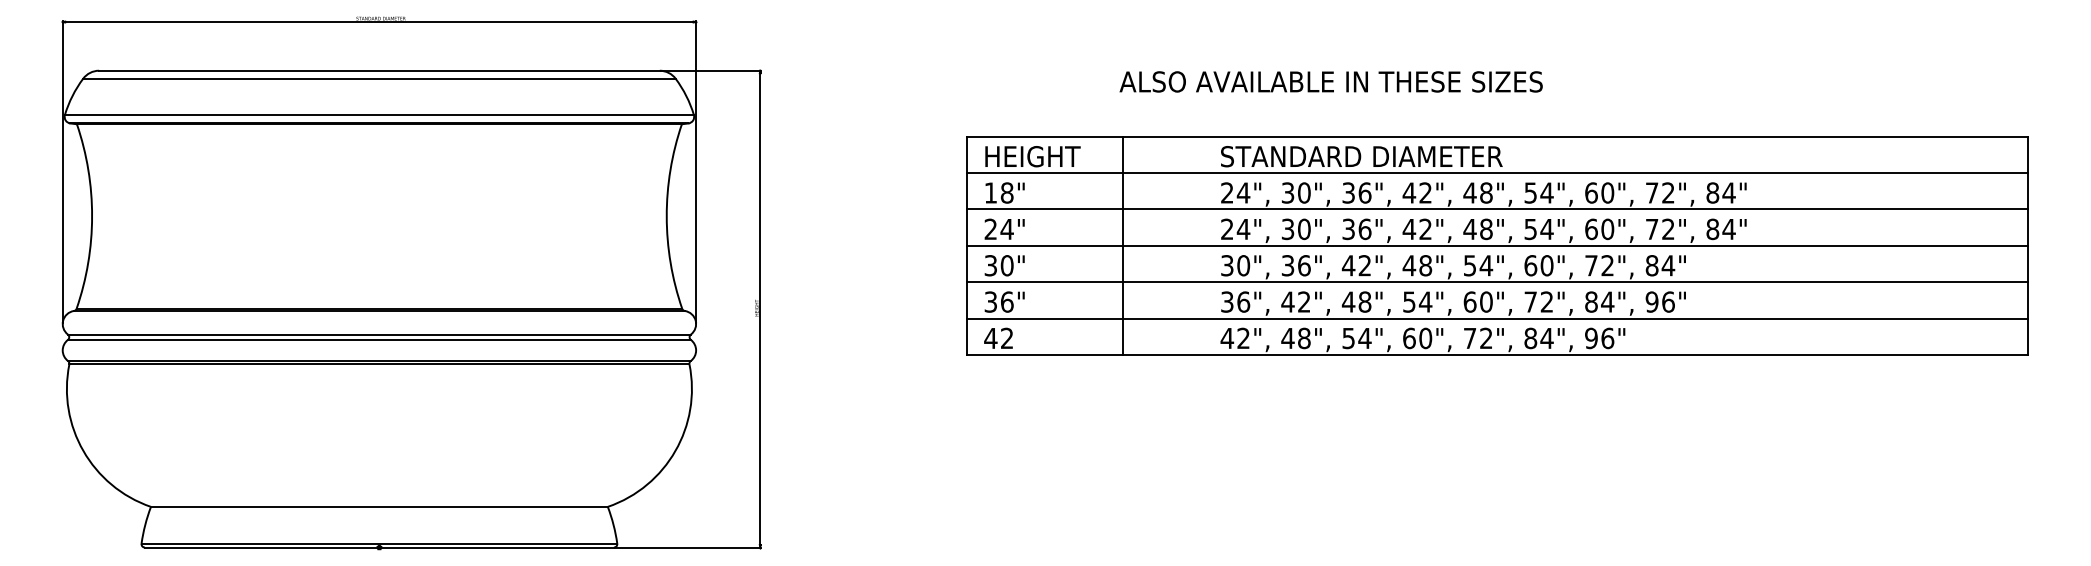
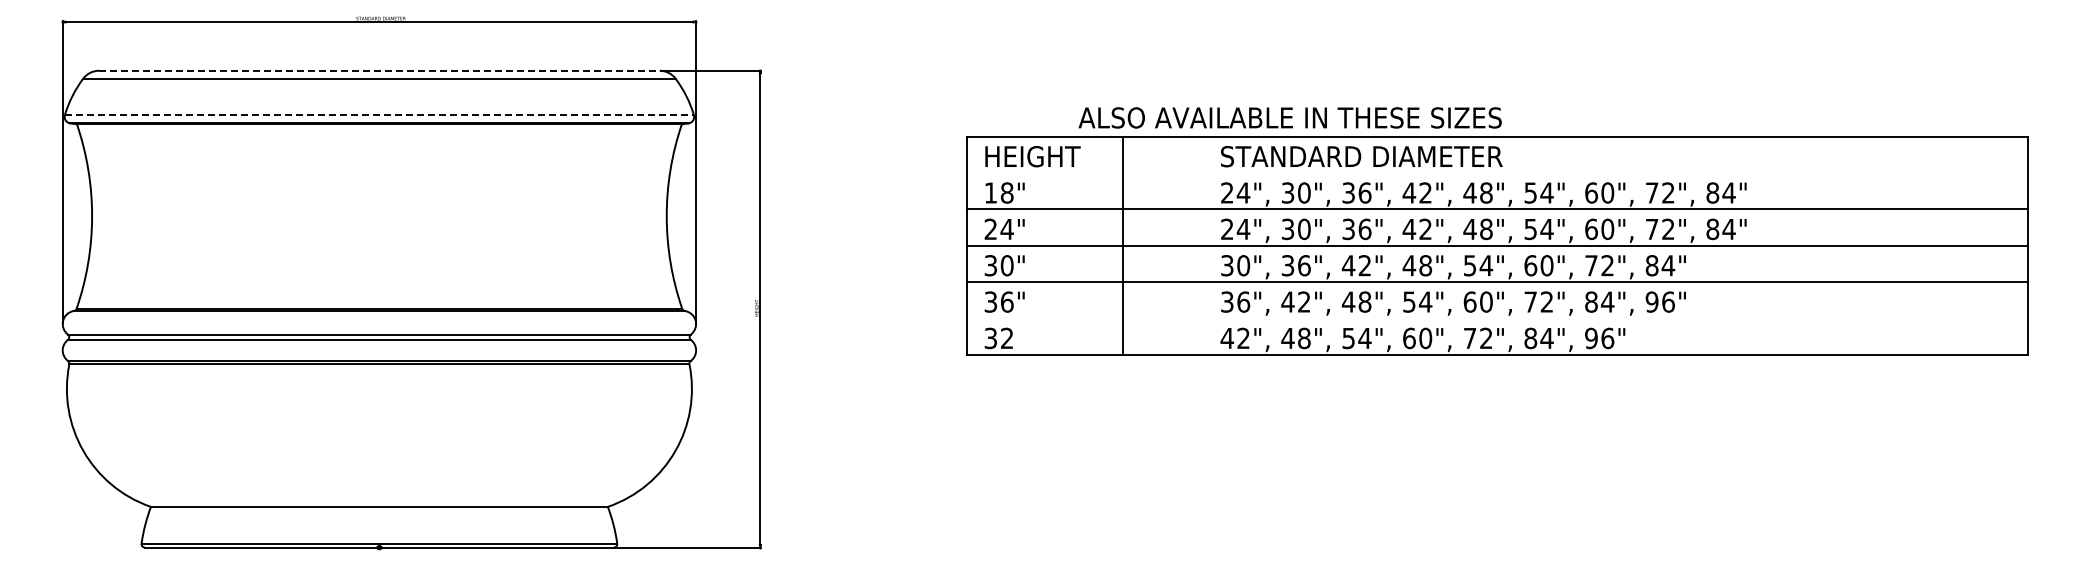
line at (379, 70): solid -> dashed
text at (1330, 81) position: (1330, 81) -> (1289, 117)
line at (379, 115): solid -> dashed
line at (1497, 173): present -> none
line at (1497, 318): present -> none
text at (990, 338): 42 -> 32
